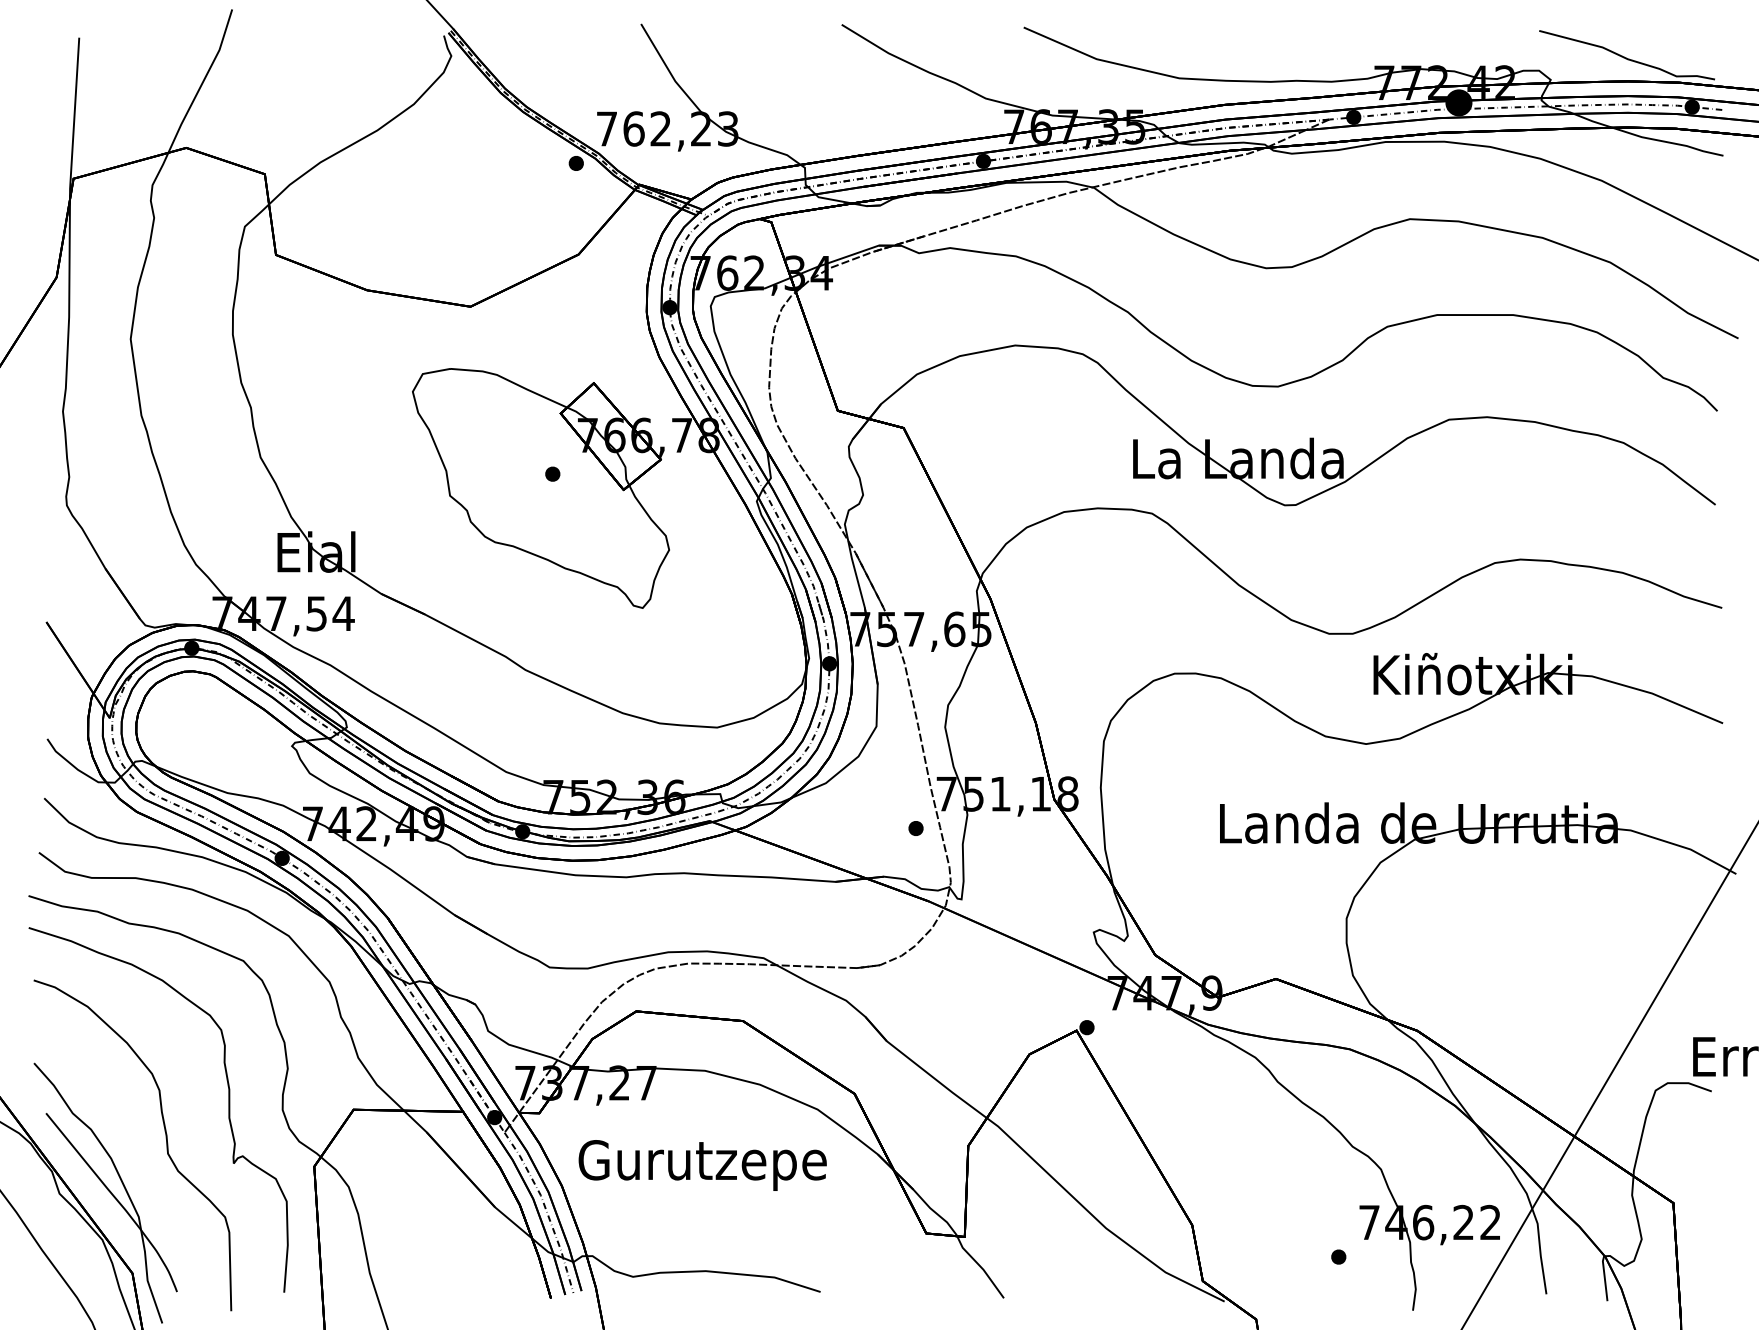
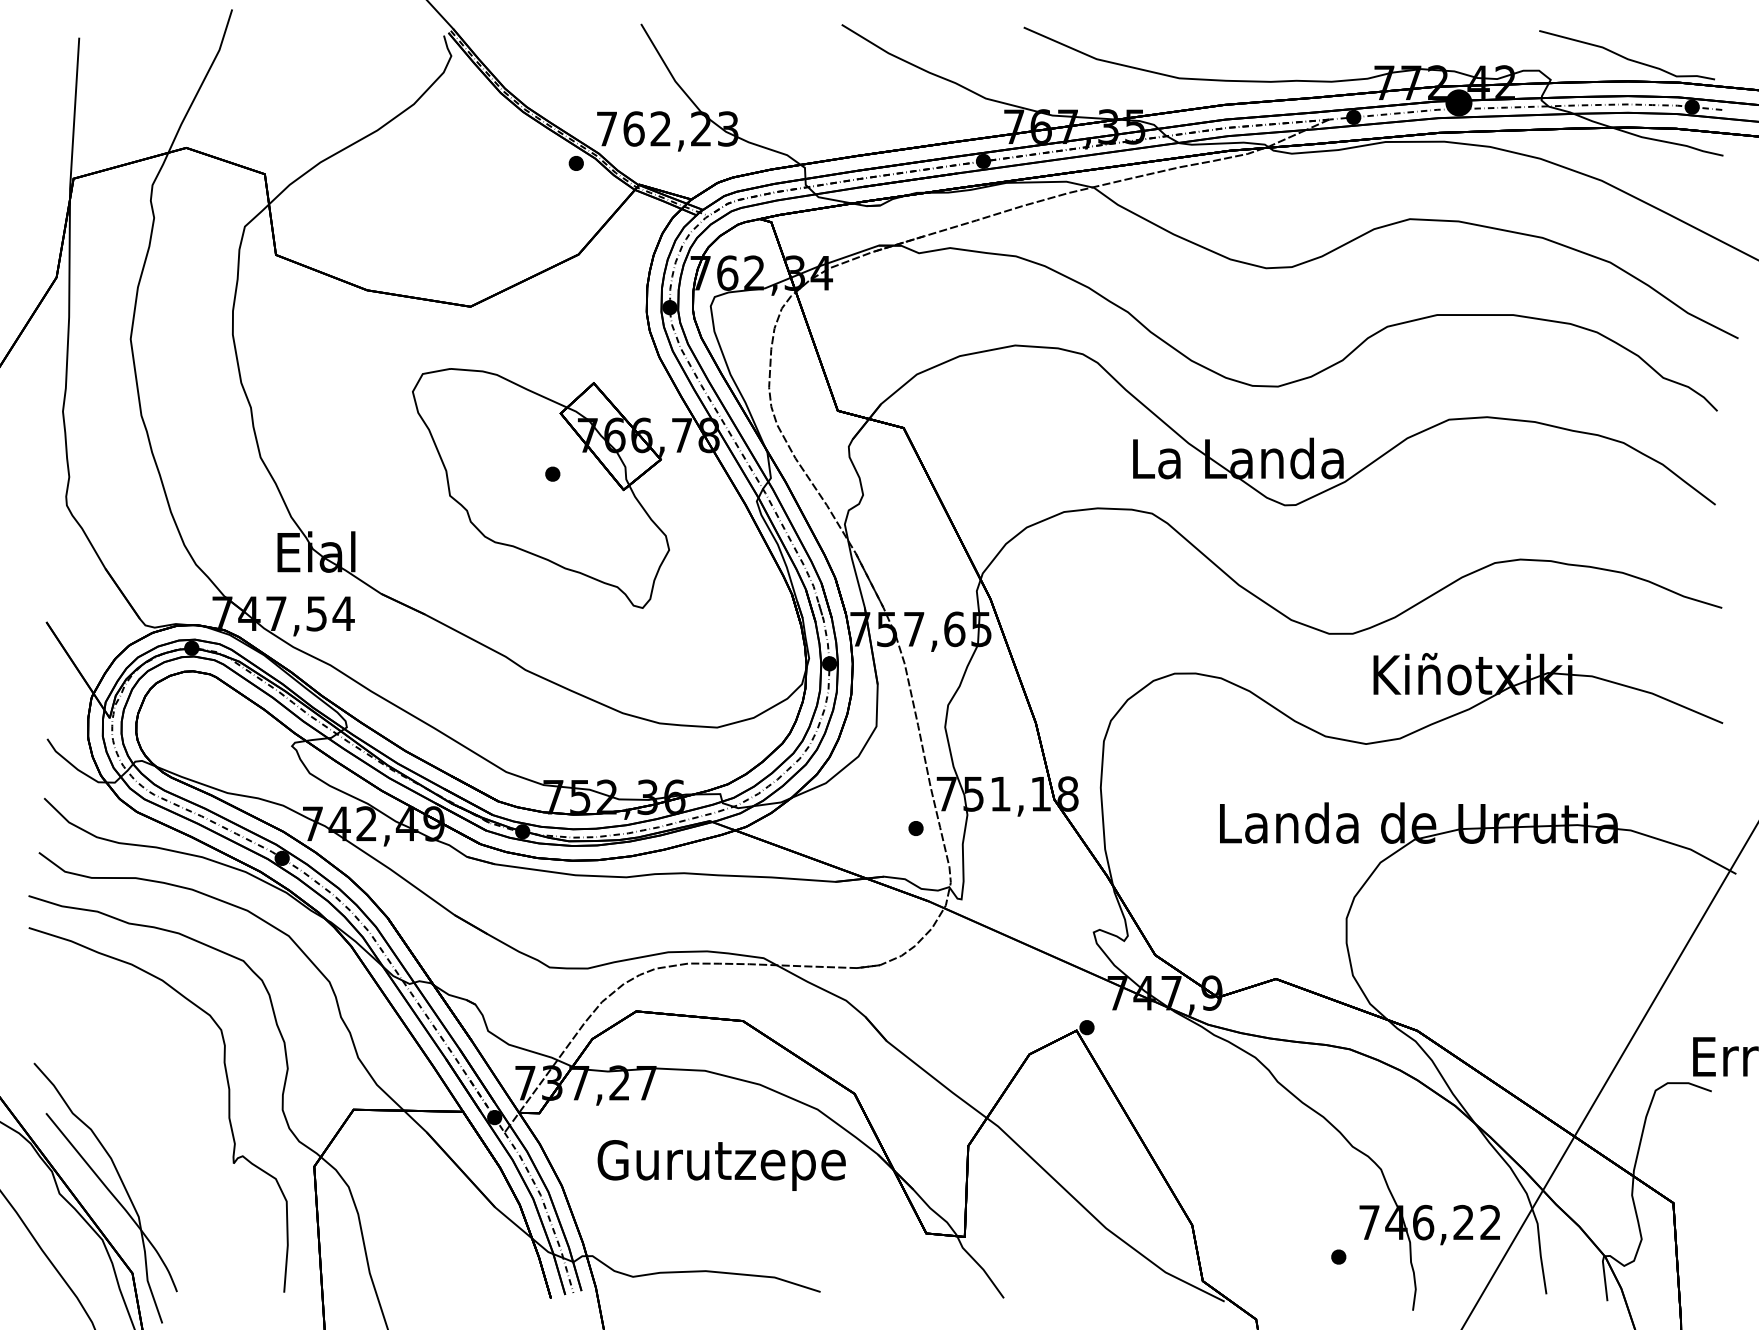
curve at (165, 1138): present -> none
text at (702, 1165) position: (702, 1165) -> (721, 1165)
